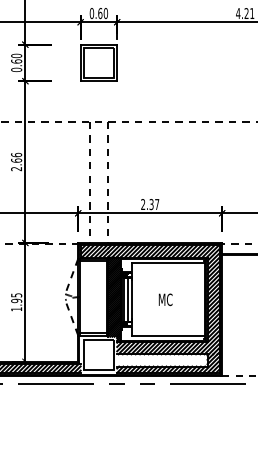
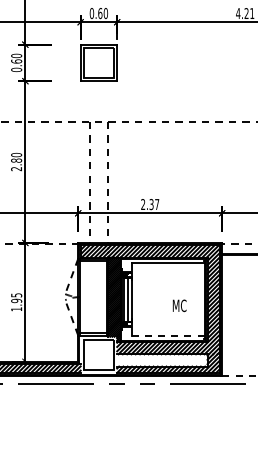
text at (16, 157): 2.66 -> 2.80
text at (165, 299) position: (165, 299) -> (179, 305)
line at (168, 336): solid -> dashed
